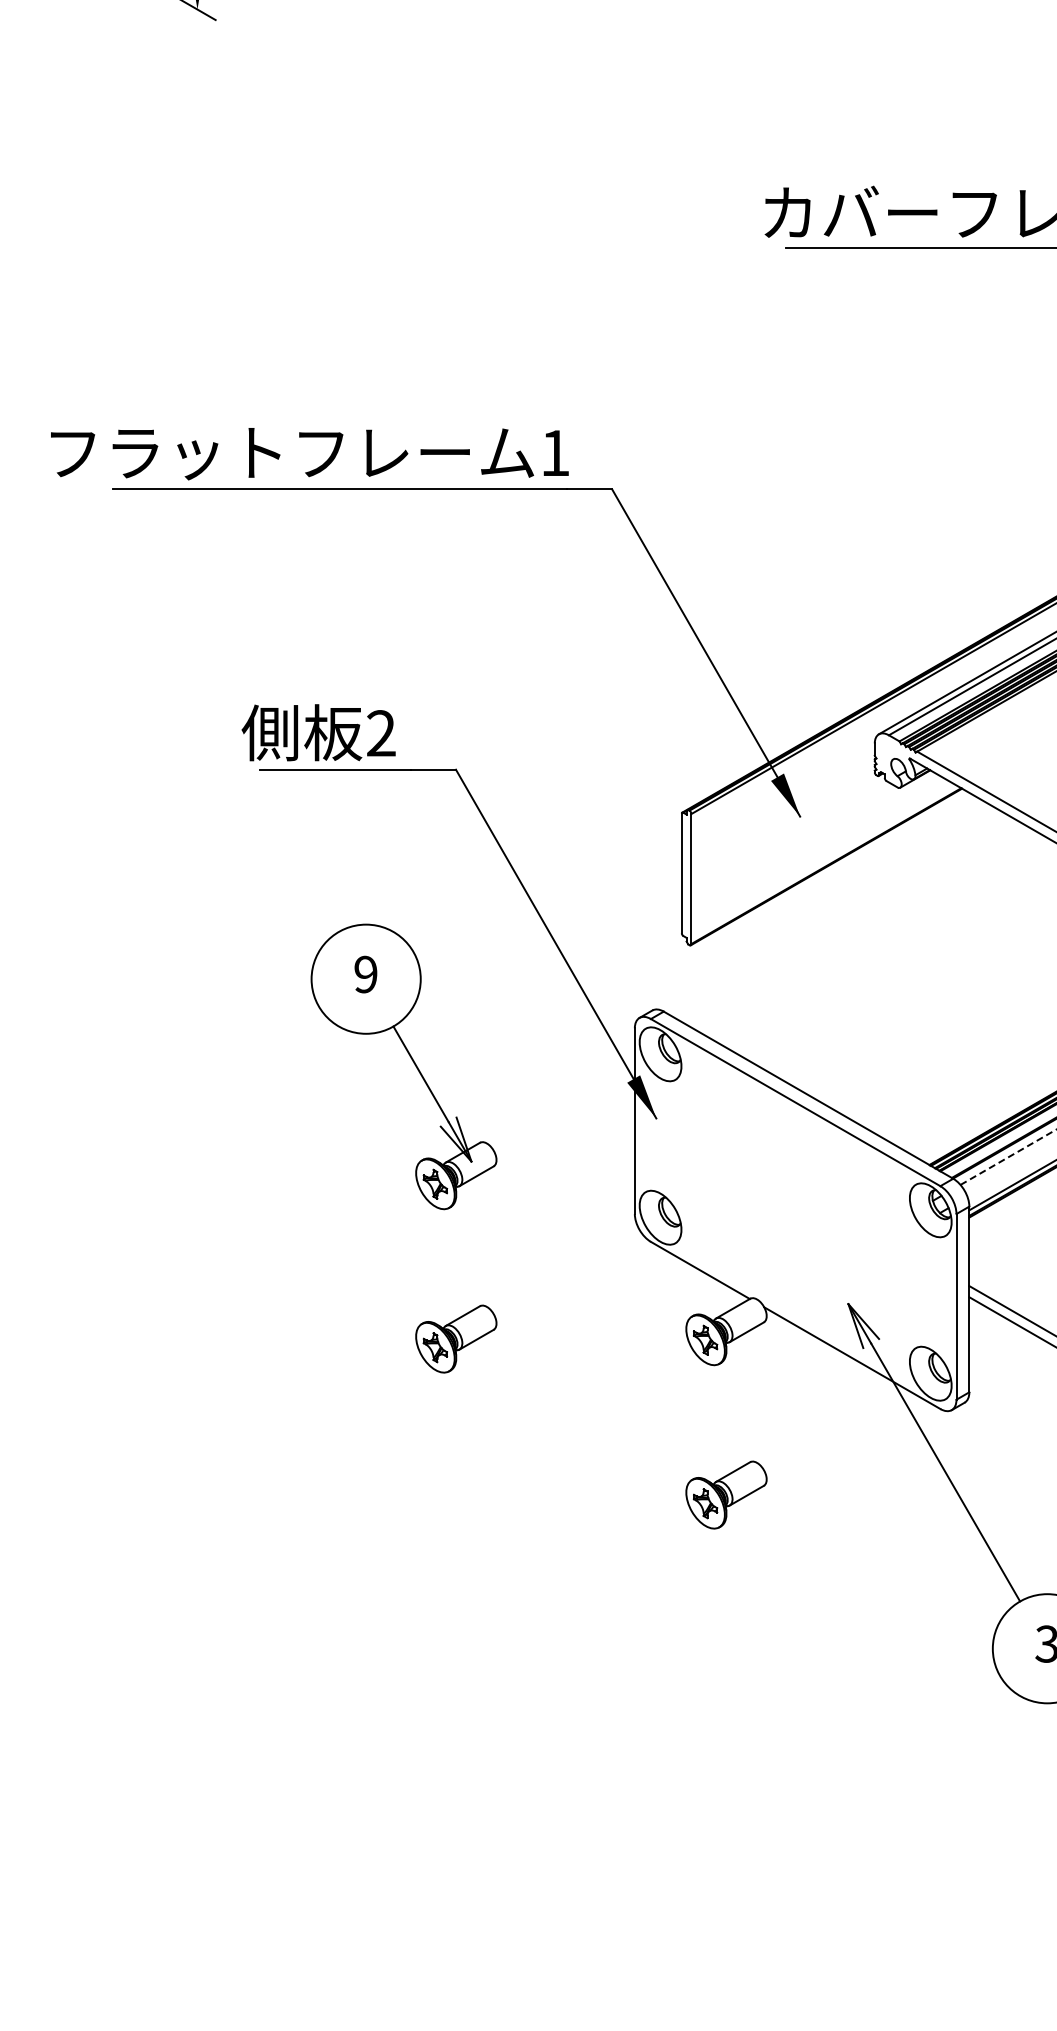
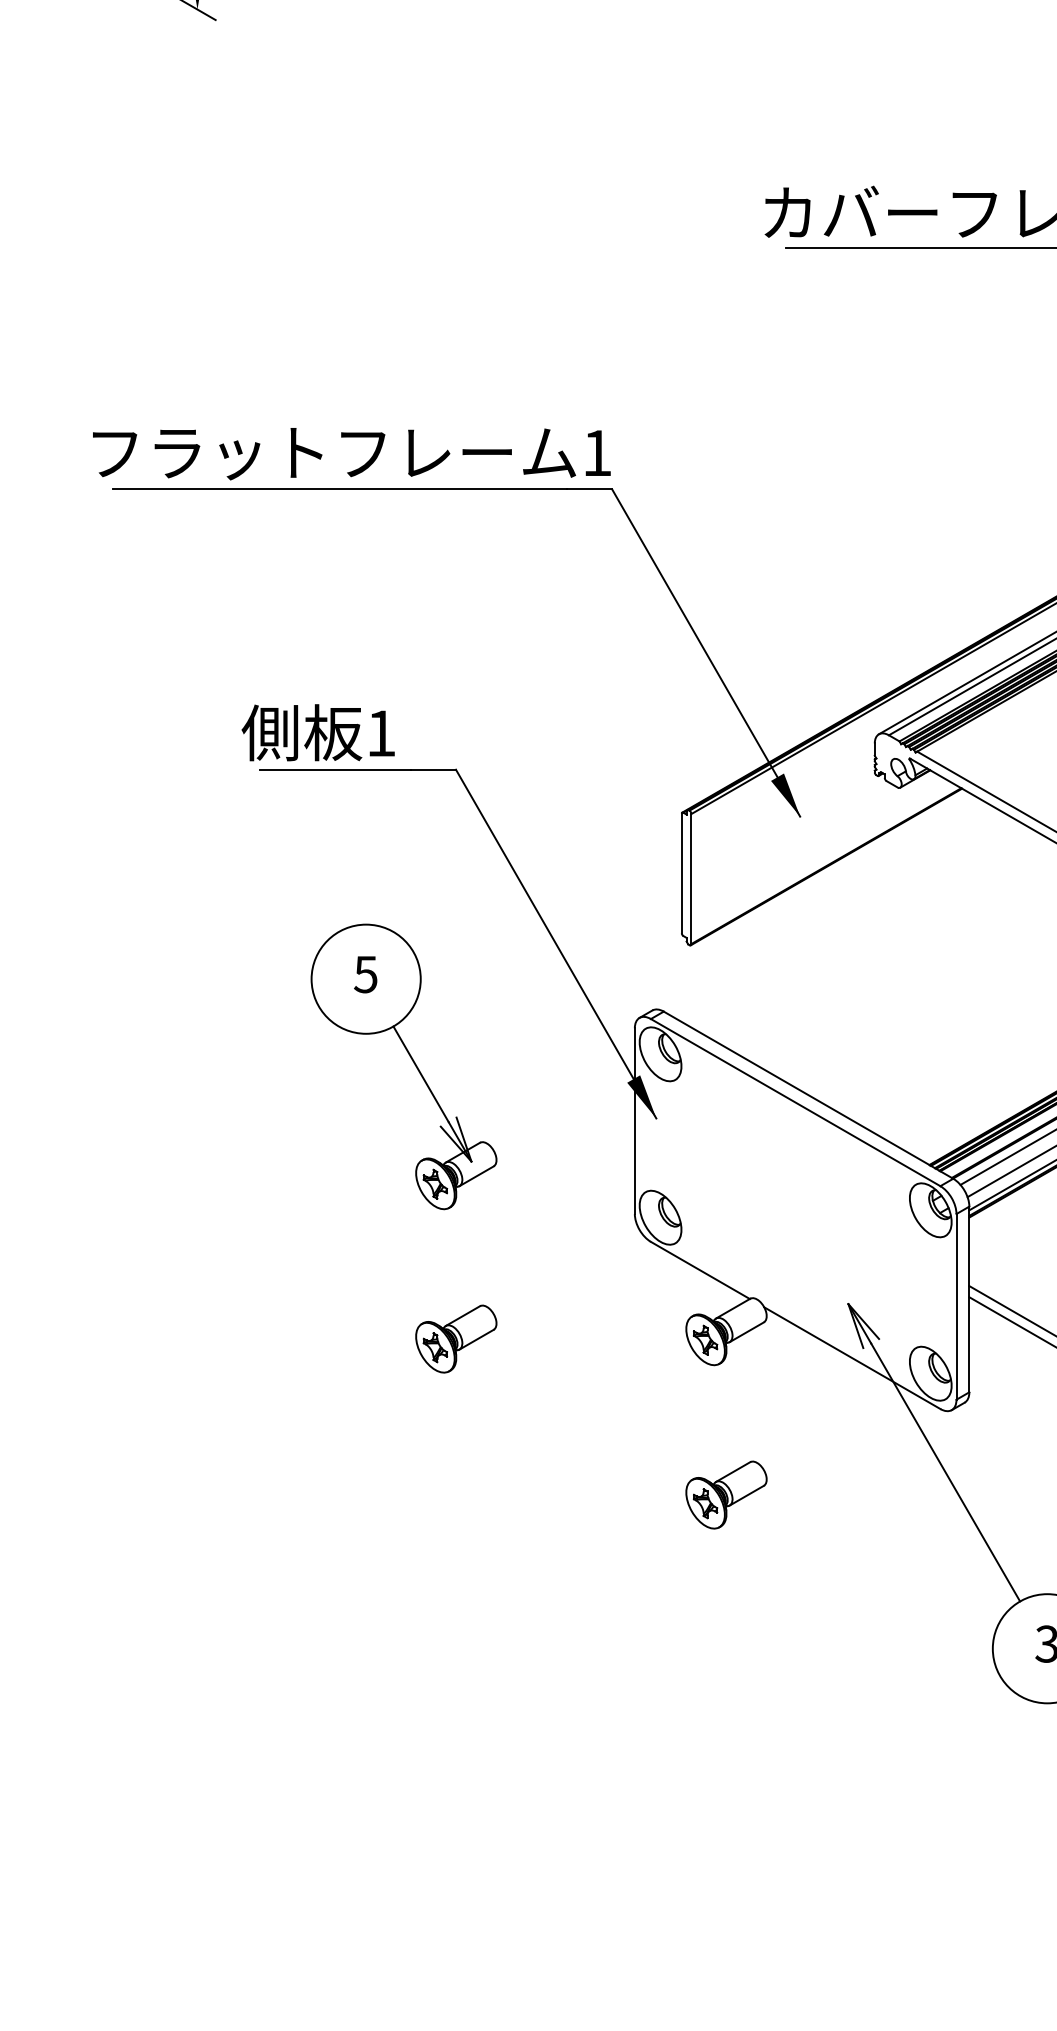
text at (309, 454) position: (309, 454) -> (351, 454)
text at (381, 733): 2 -> 1
text at (365, 974): 9 -> 5
line at (1009, 1156): dashed -> solid
line at (1010, 1172): none -> present
